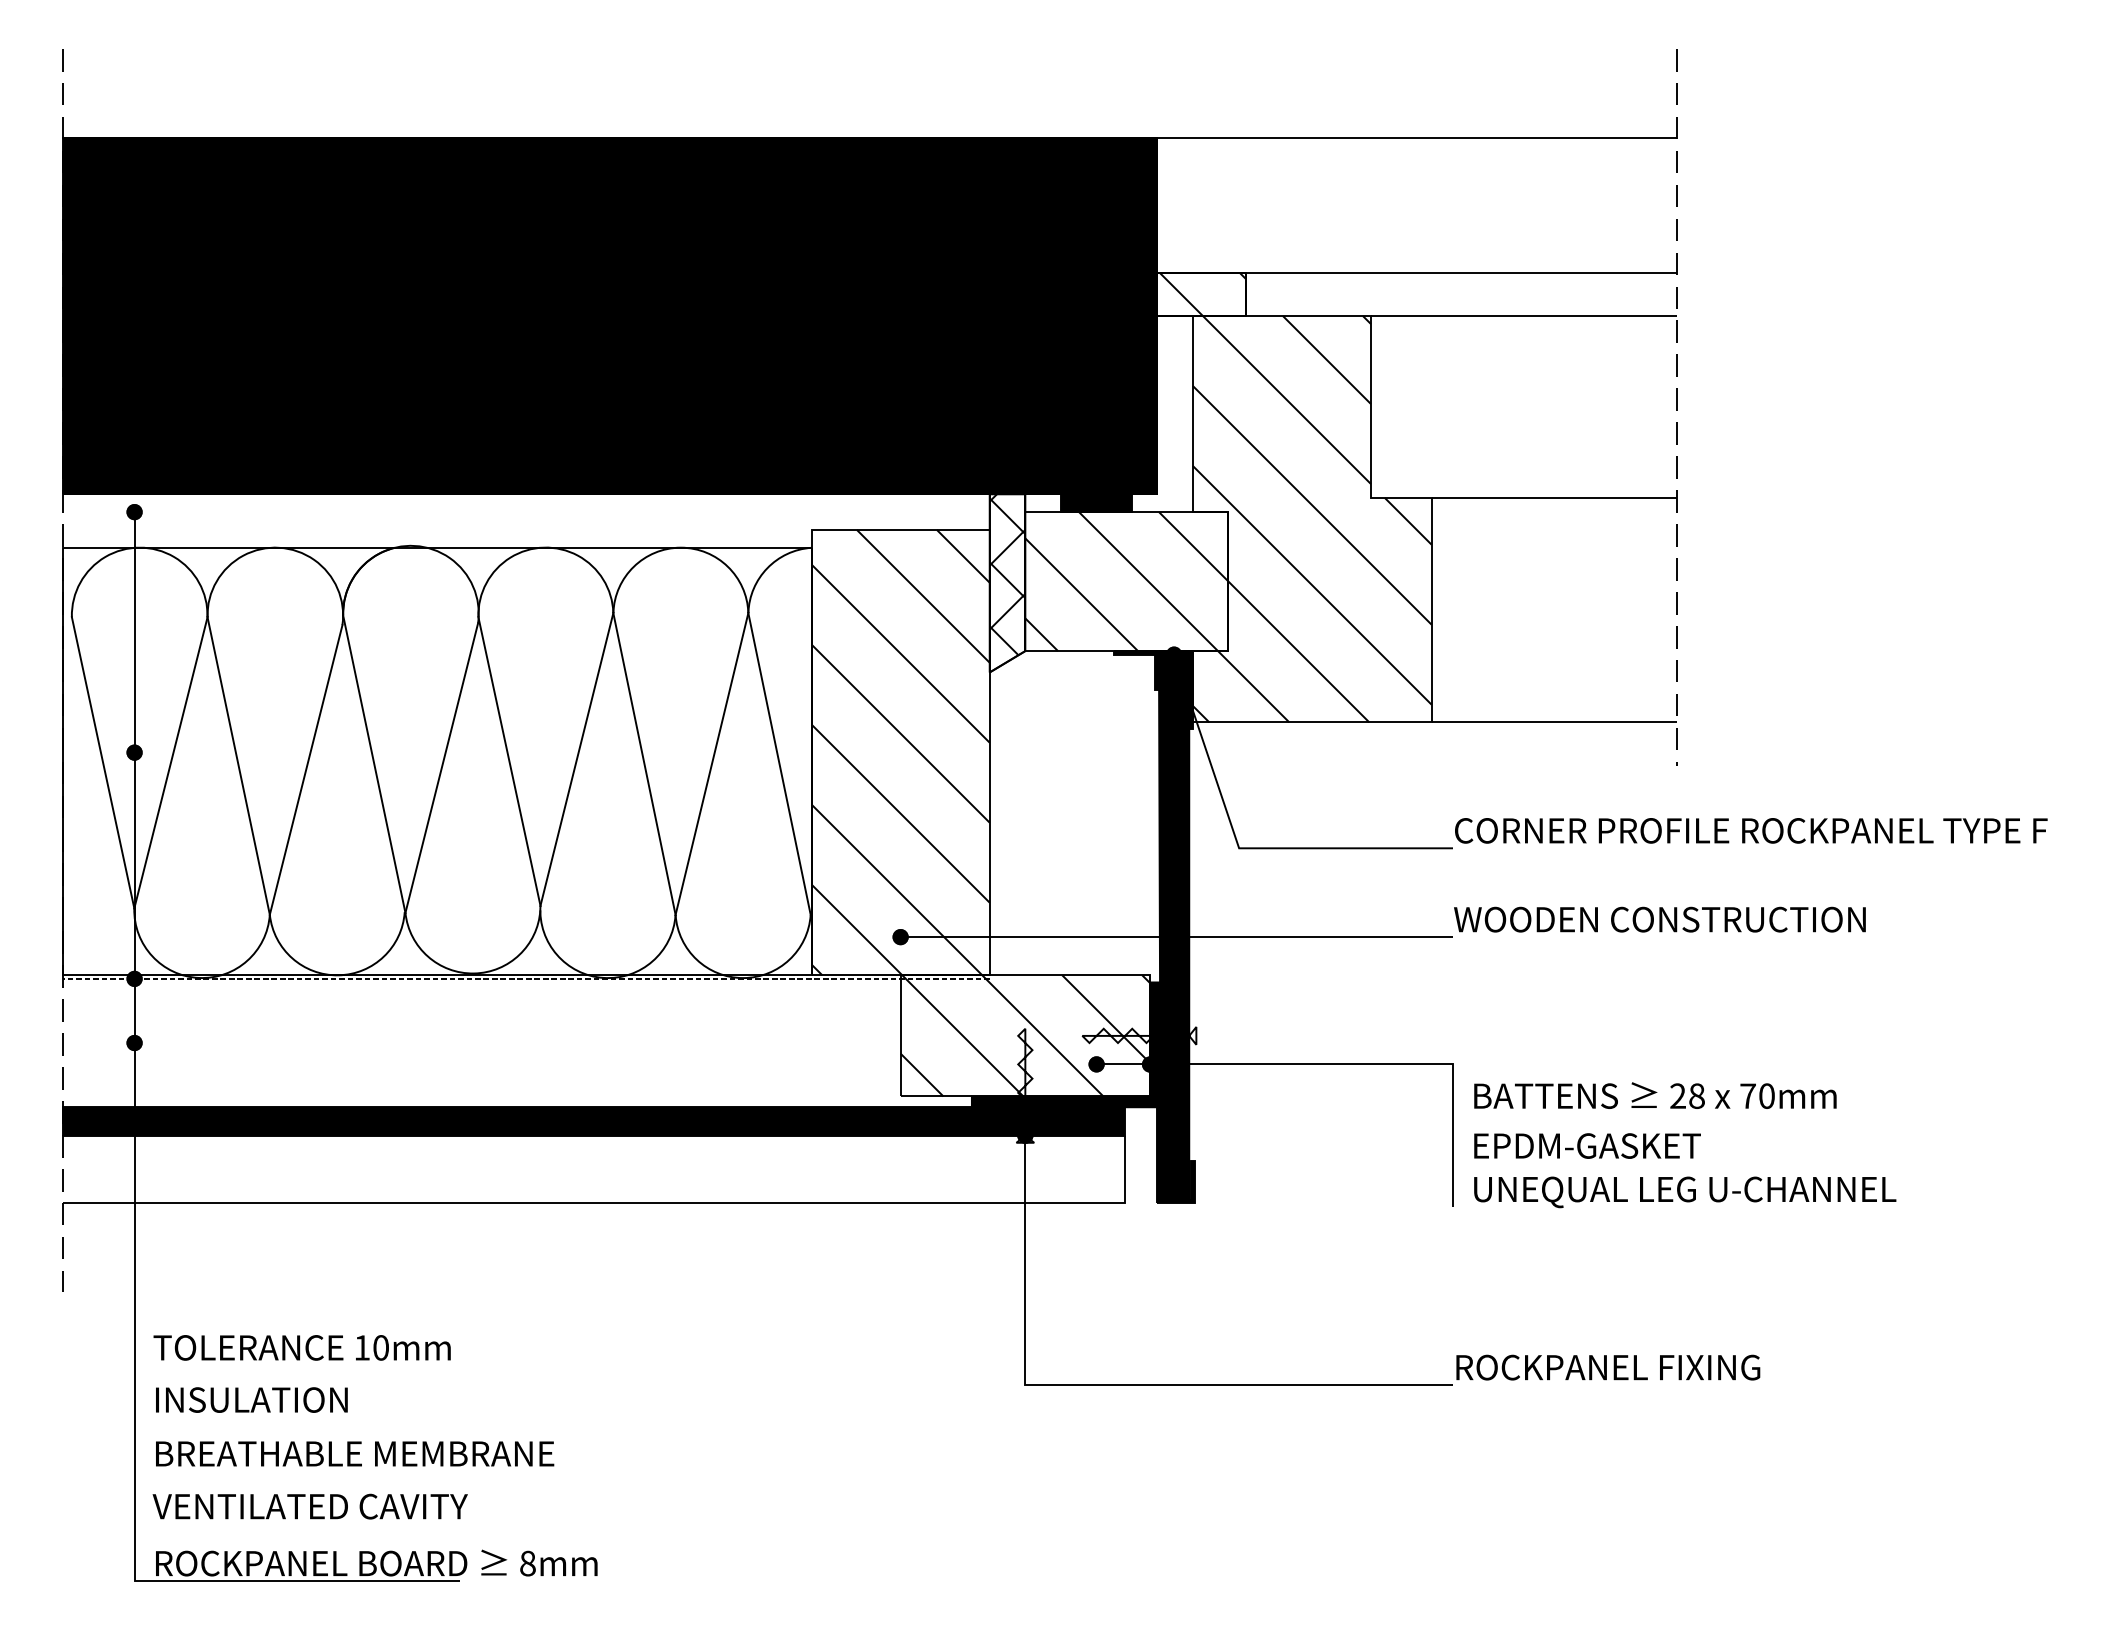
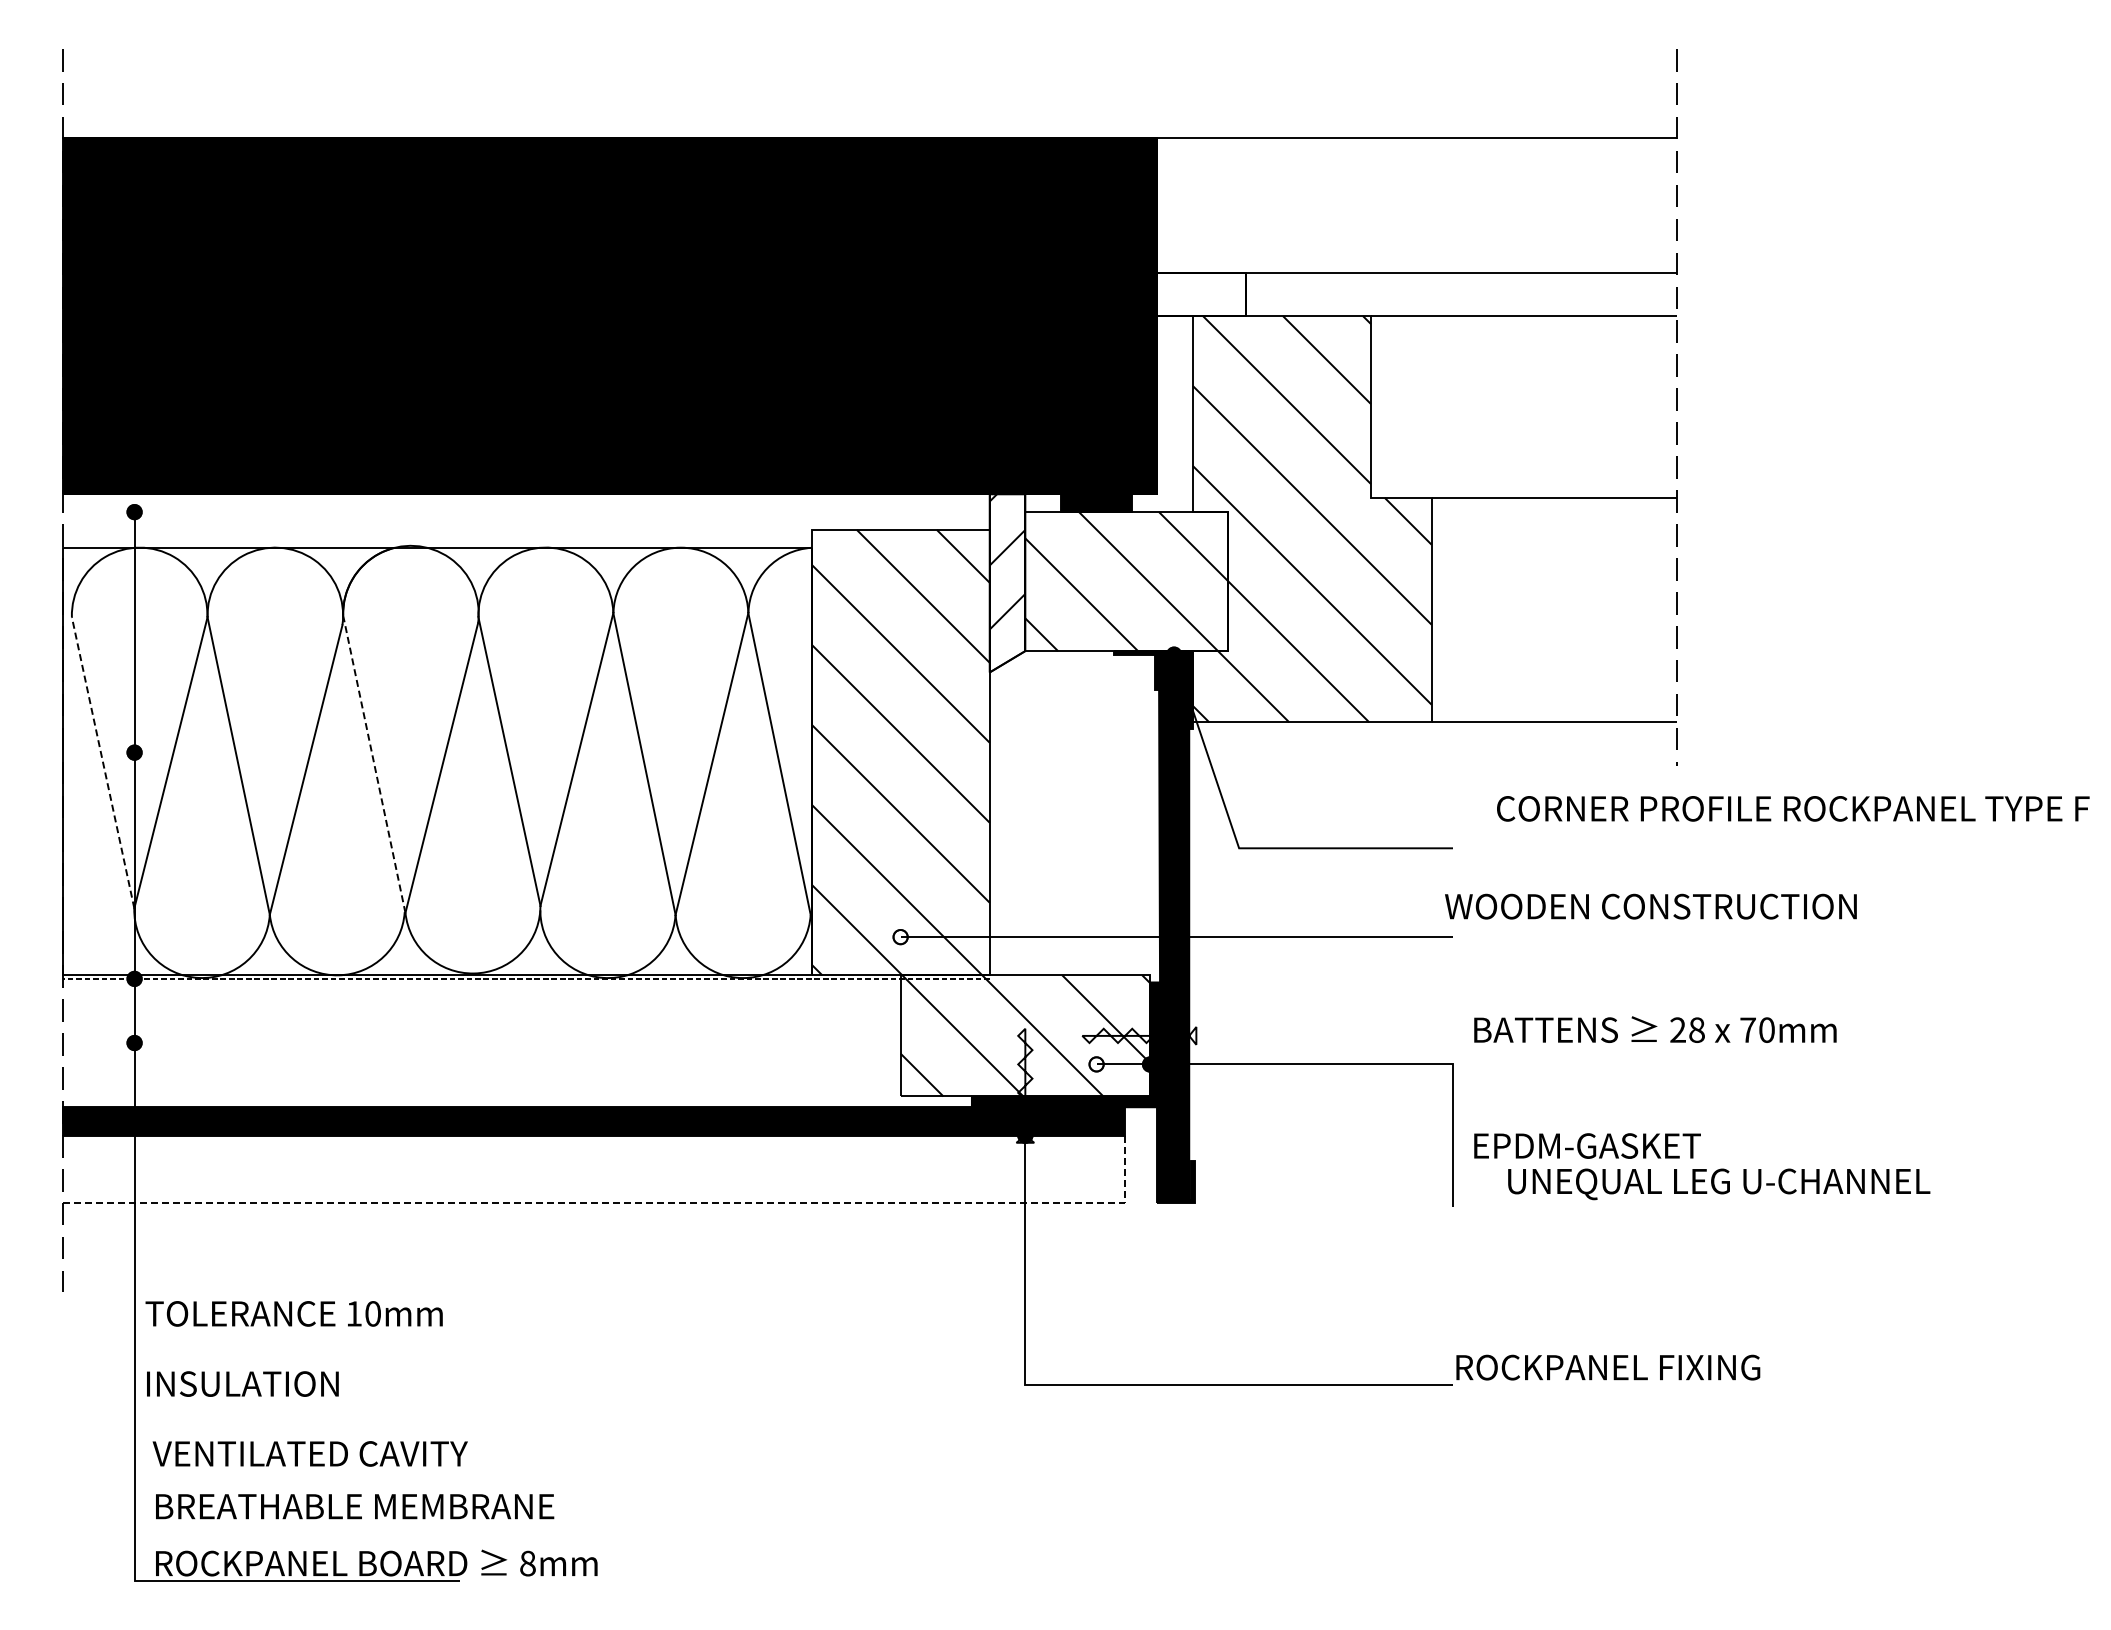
hatch at (1203, 294): present -> none
hatch at (1007, 576): present -> none
line at (103, 762): solid -> dashed
line at (374, 764): solid -> dashed
text at (1751, 830) position: (1751, 830) -> (1793, 808)
text at (1659, 919) position: (1659, 919) -> (1650, 906)
fill at (900, 937): present -> none
fill at (1096, 1064): present -> none
text at (1655, 1095) position: (1655, 1095) -> (1655, 1029)
text at (1685, 1192) position: (1685, 1192) -> (1719, 1184)
line at (629, 1203): solid -> dashed
text at (301, 1347) position: (301, 1347) -> (293, 1313)
text at (251, 1399) position: (251, 1399) -> (242, 1383)
text at (353, 1453): BREATHABLE MEMBRANE -> VENTILATED CAVITY
text at (353, 1506): VENTILATED CAVITY -> BREATHABLE MEMBRANE
